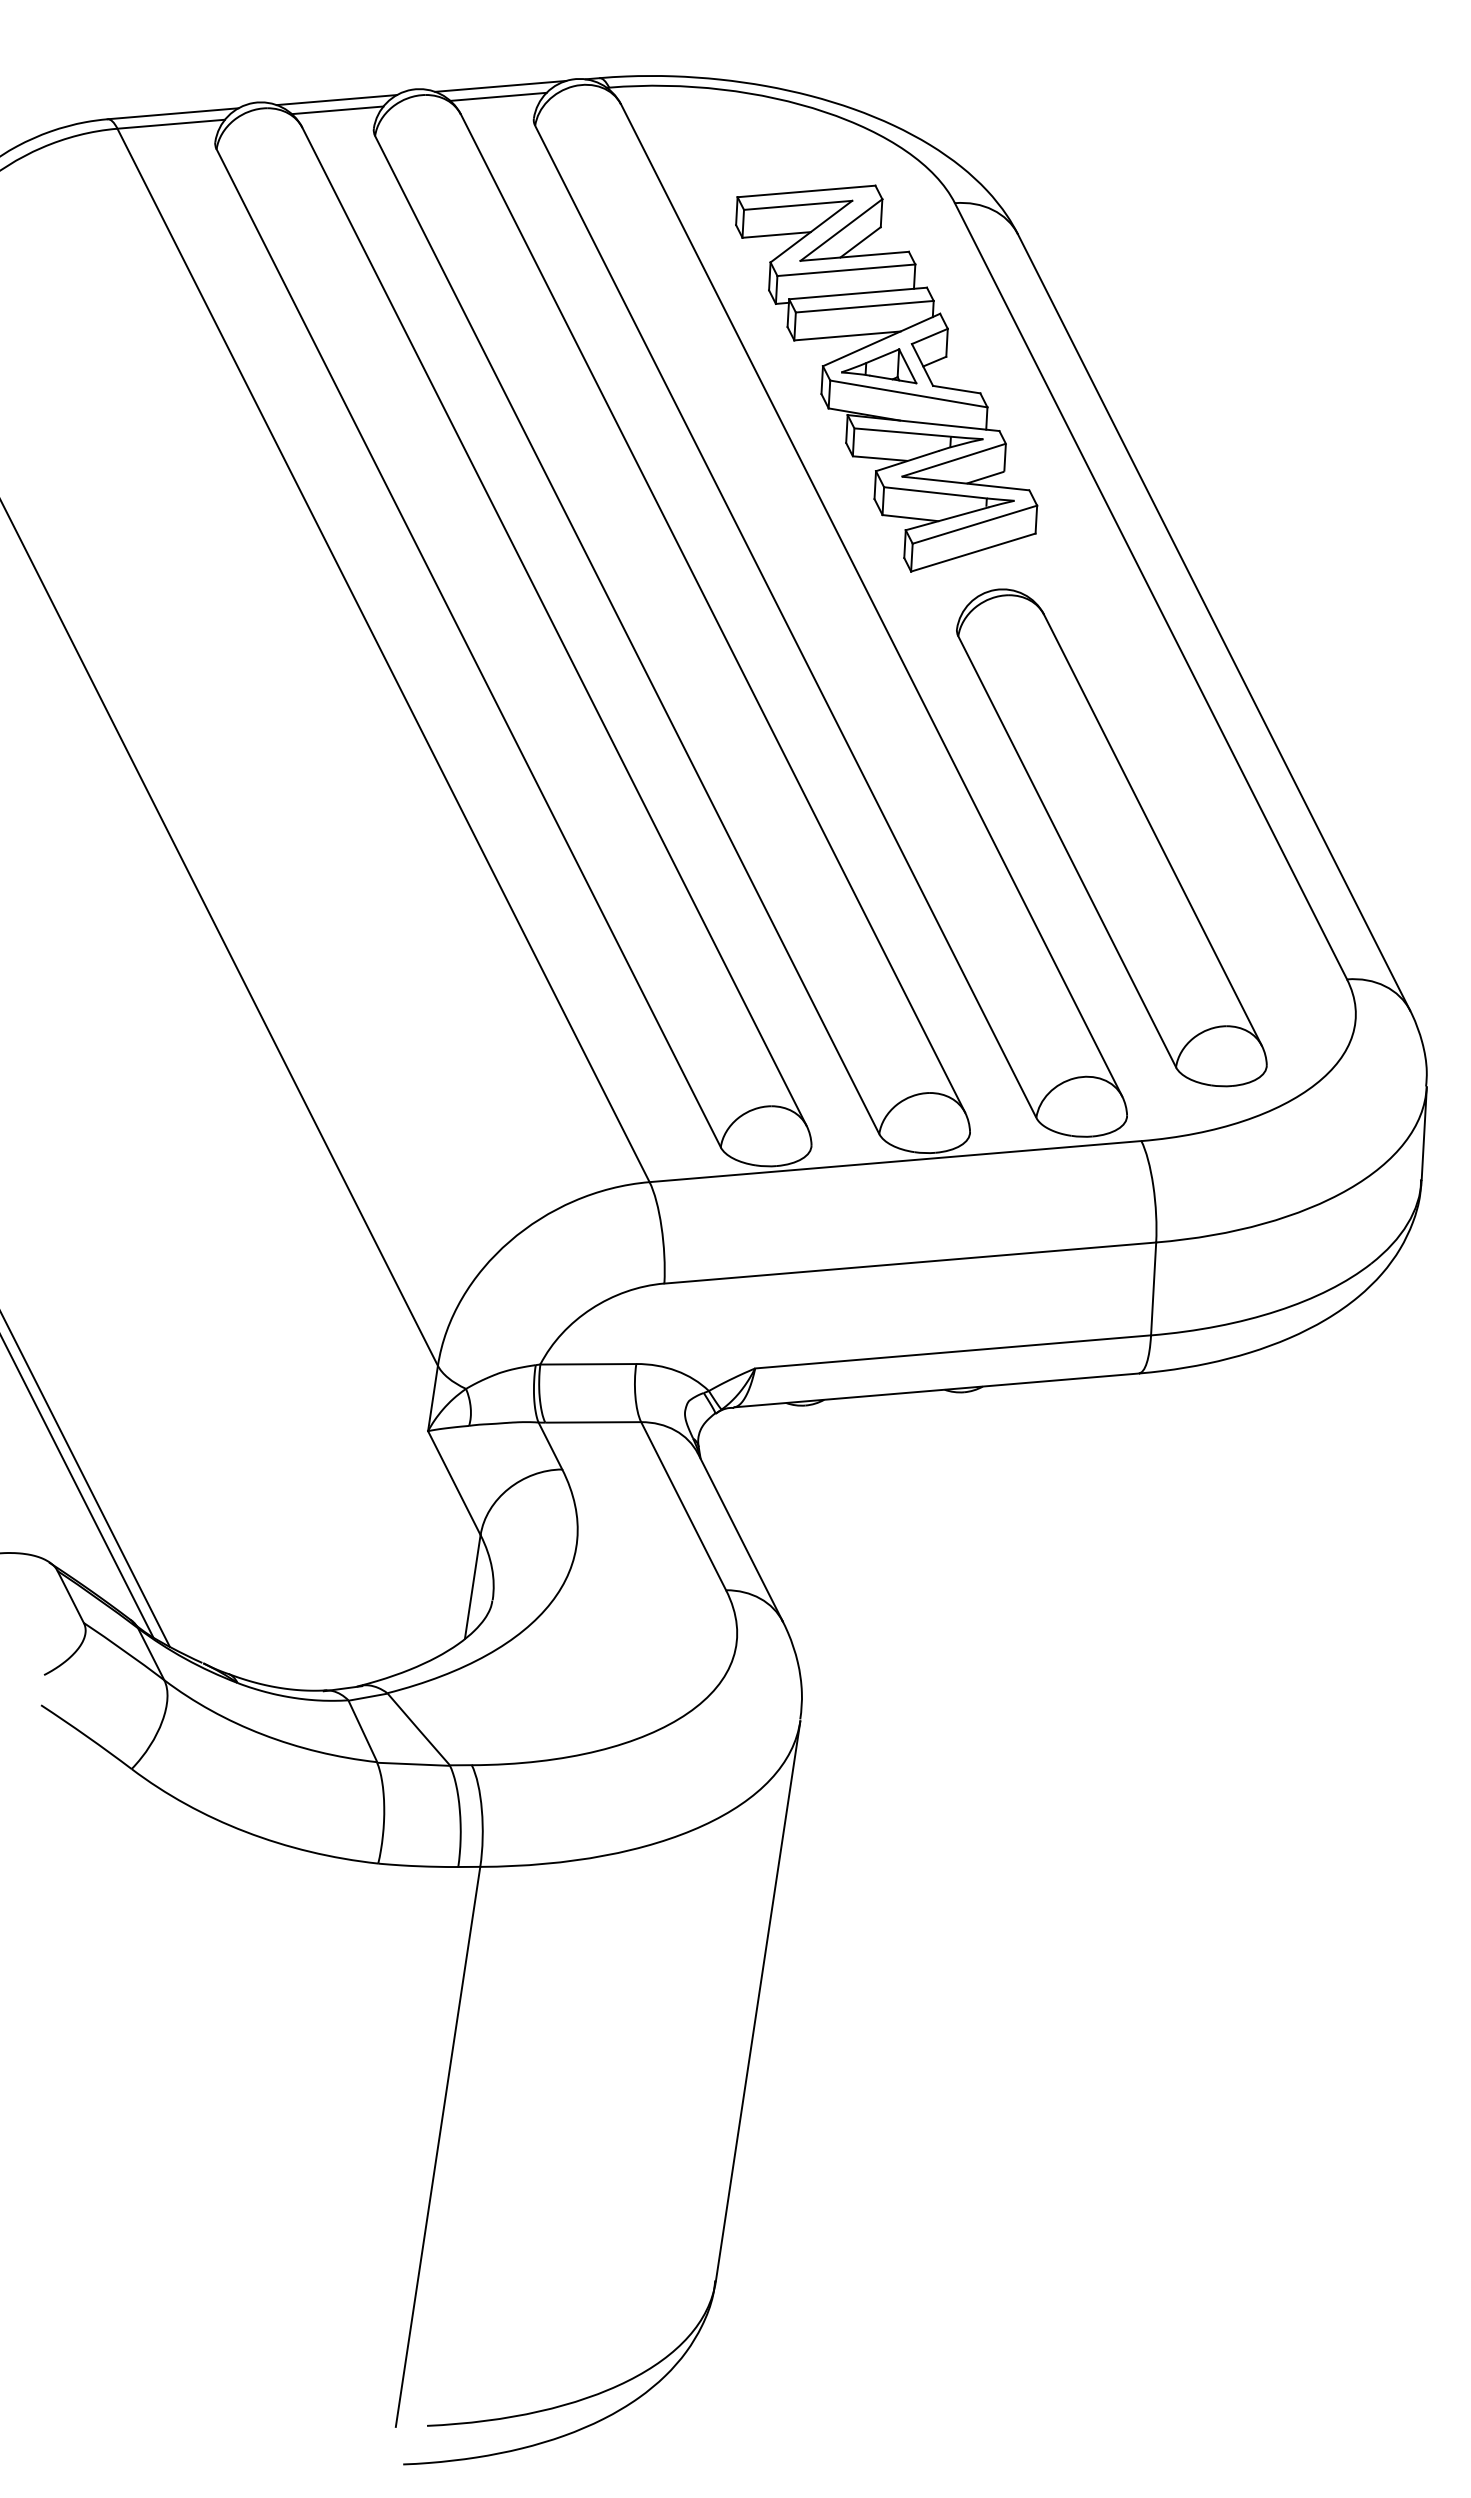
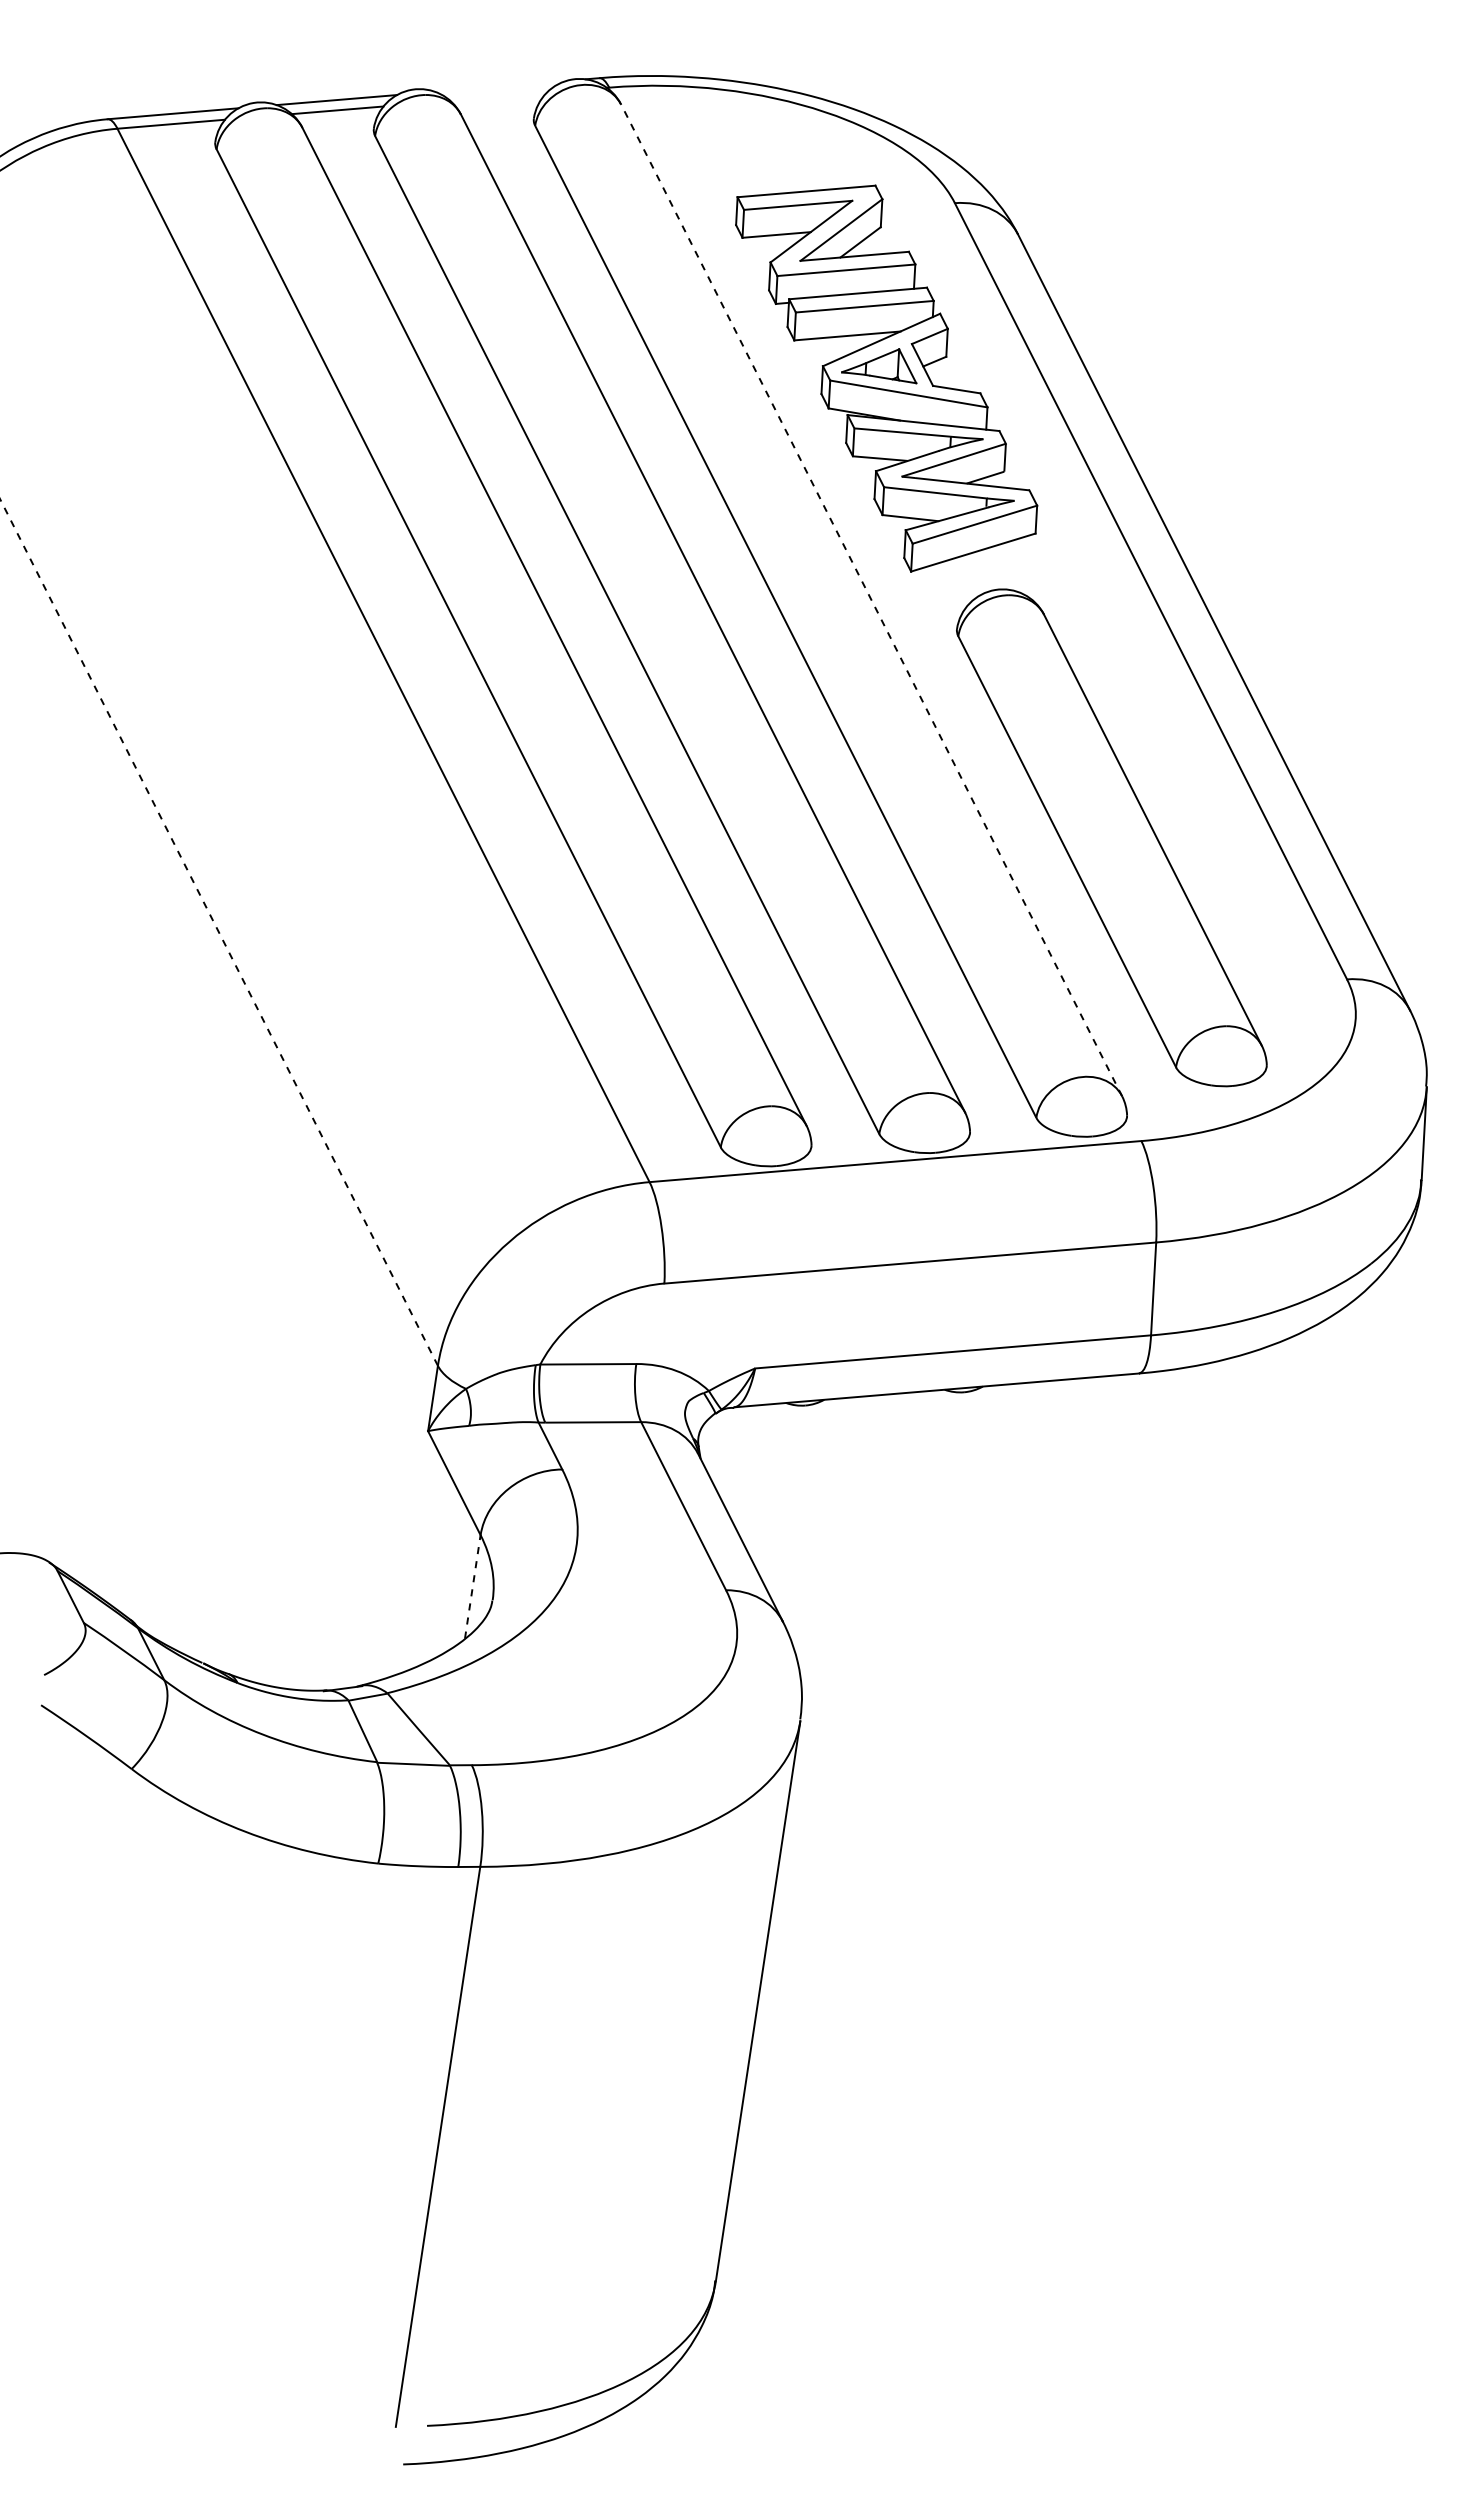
line at (500, 85): present -> none
line at (498, 96): present -> none
line at (871, 600): solid -> dashed
line at (218, 932): solid -> dashed
line at (85, 1480): present -> none
line at (77, 1487): present -> none
line at (472, 1586): solid -> dashed
